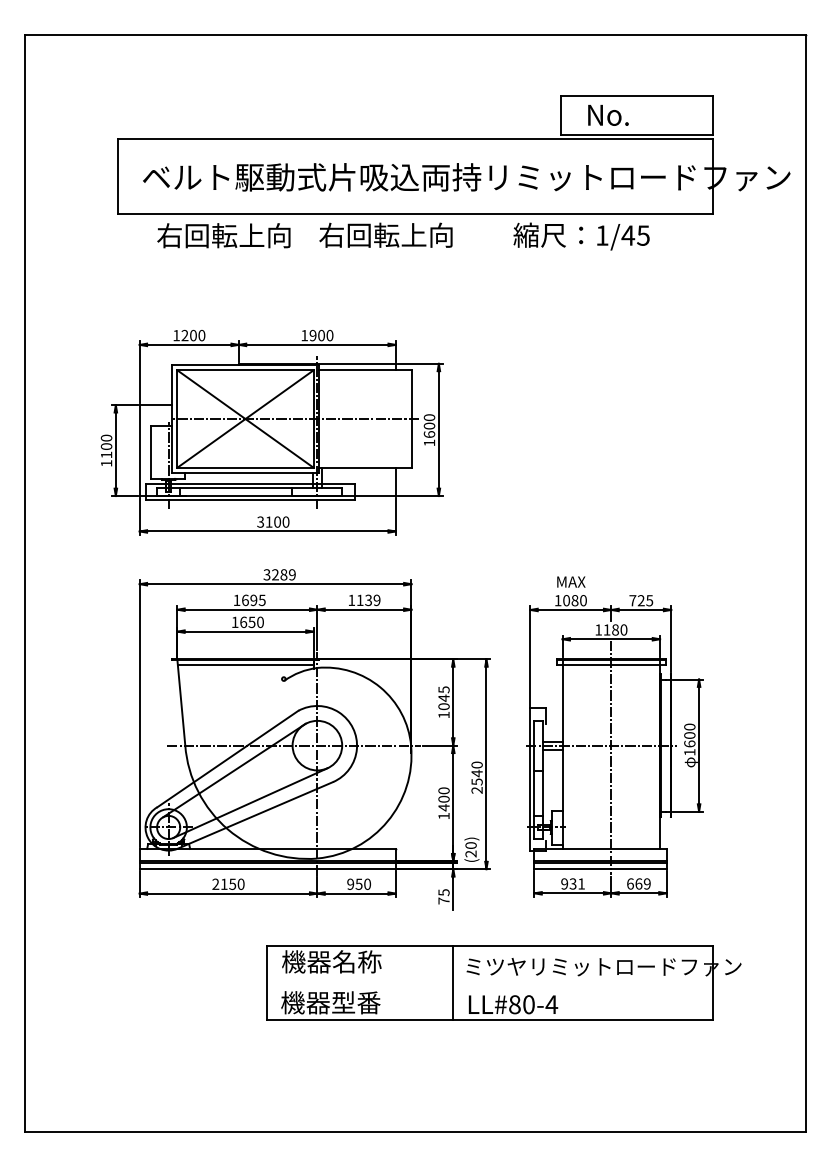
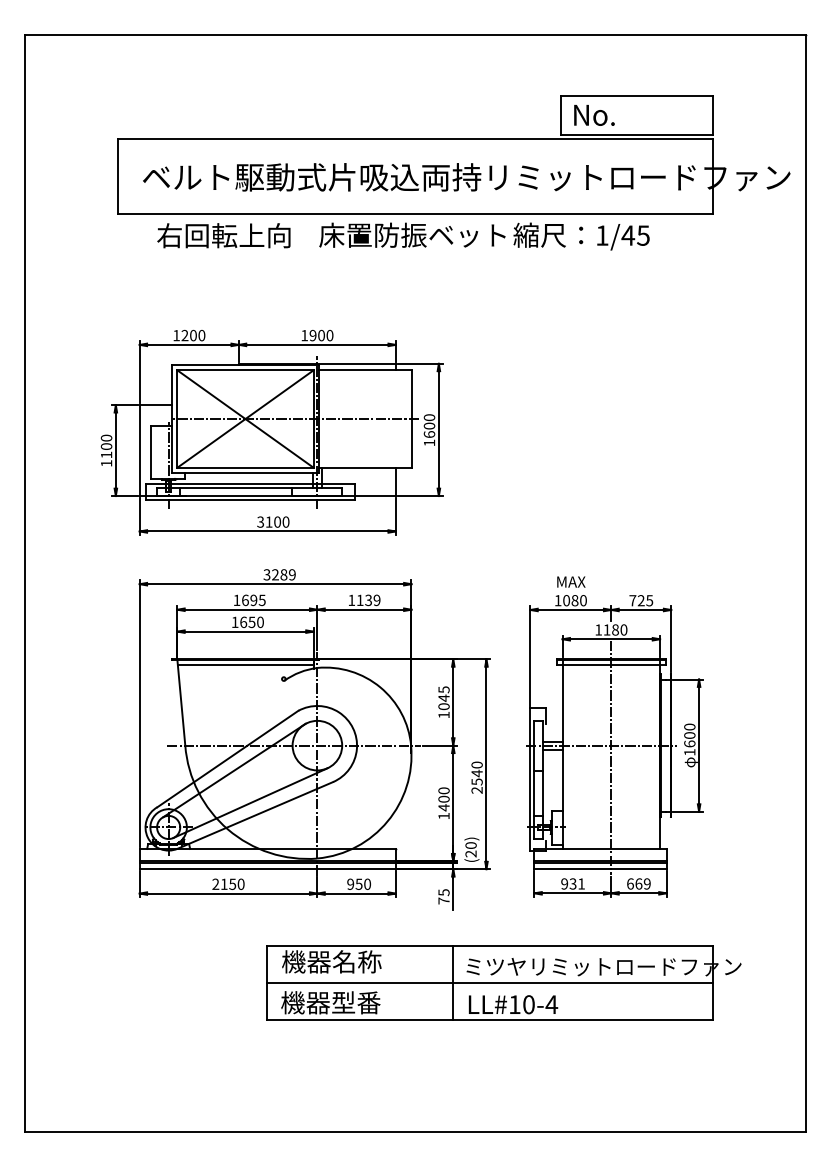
text at (608, 115) position: (608, 115) -> (594, 115)
text at (412, 234): 右回転上向 -> 床置防振ベット
line at (489, 983): none -> present
text at (514, 1004): LL#80-4 -> LL#10-4
